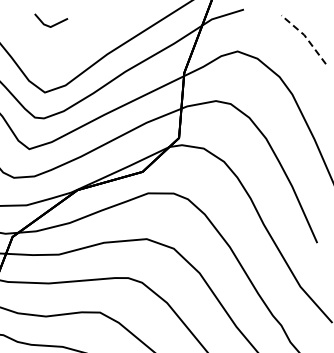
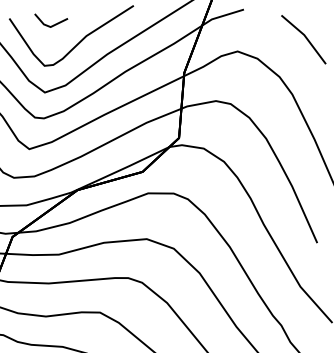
line at (305, 36): dashed -> solid
curve at (78, 42): none -> present
